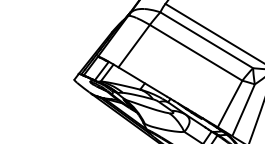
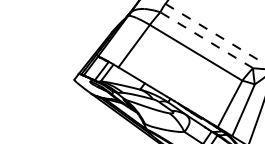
line at (214, 33): solid -> dashed
line at (206, 40): solid -> dashed
